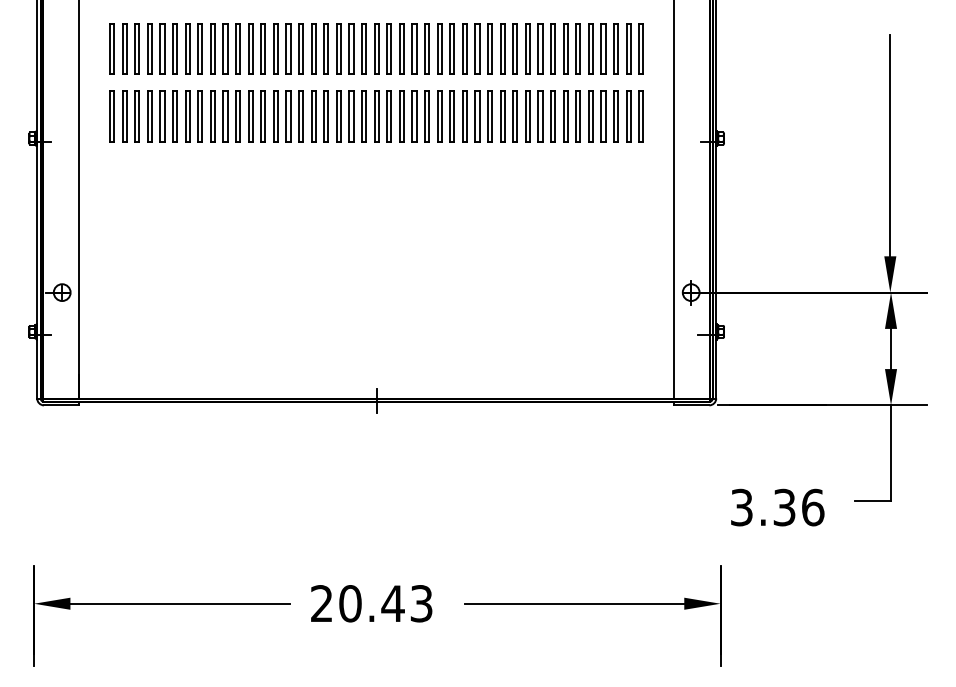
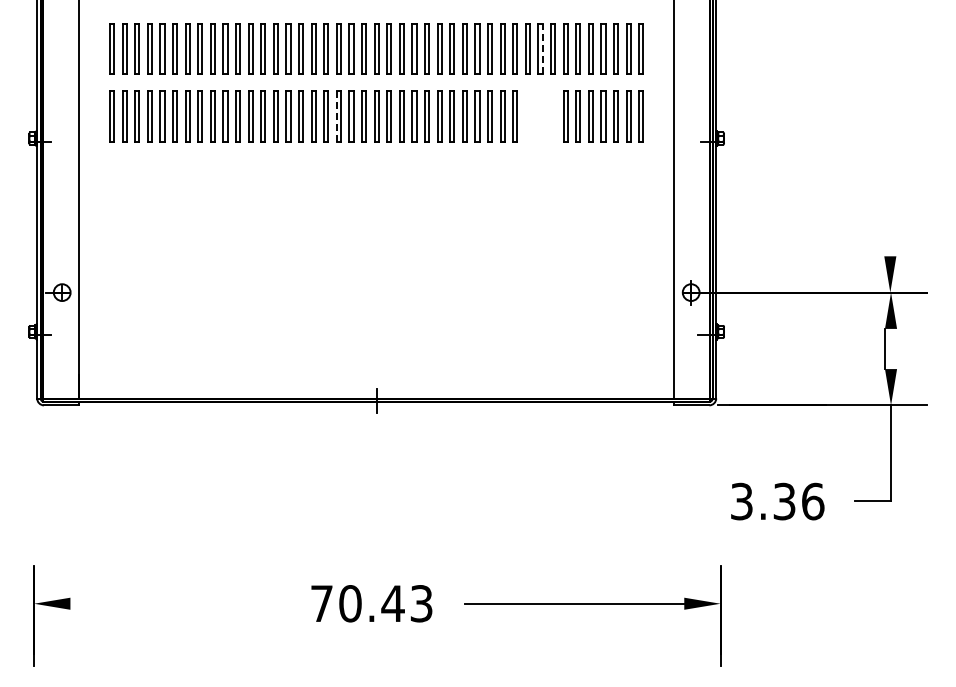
line at (542, 48): solid -> dashed
line at (336, 116): solid -> dashed
part at (540, 116): present -> none
line at (890, 145): present -> none
line at (891, 348) position: (891, 348) -> (885, 348)
text at (777, 507) position: (777, 507) -> (777, 501)
line at (179, 603): present -> none
text at (321, 603): 20.43 -> 70.43
